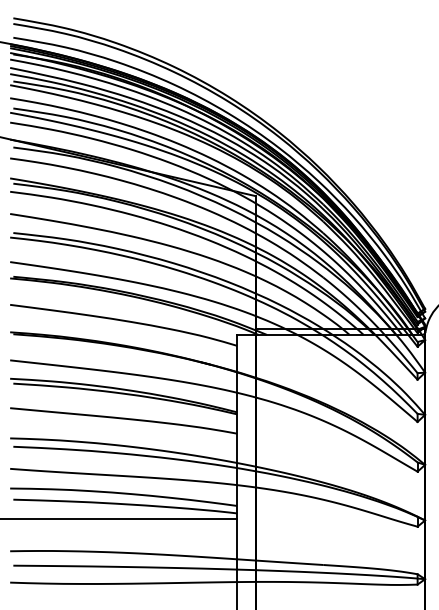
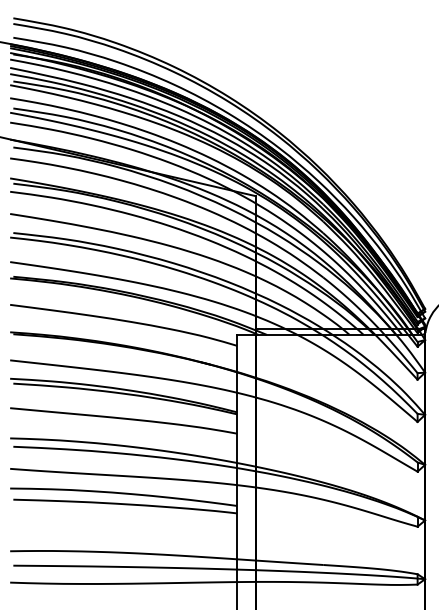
line at (119, 519): present -> none
